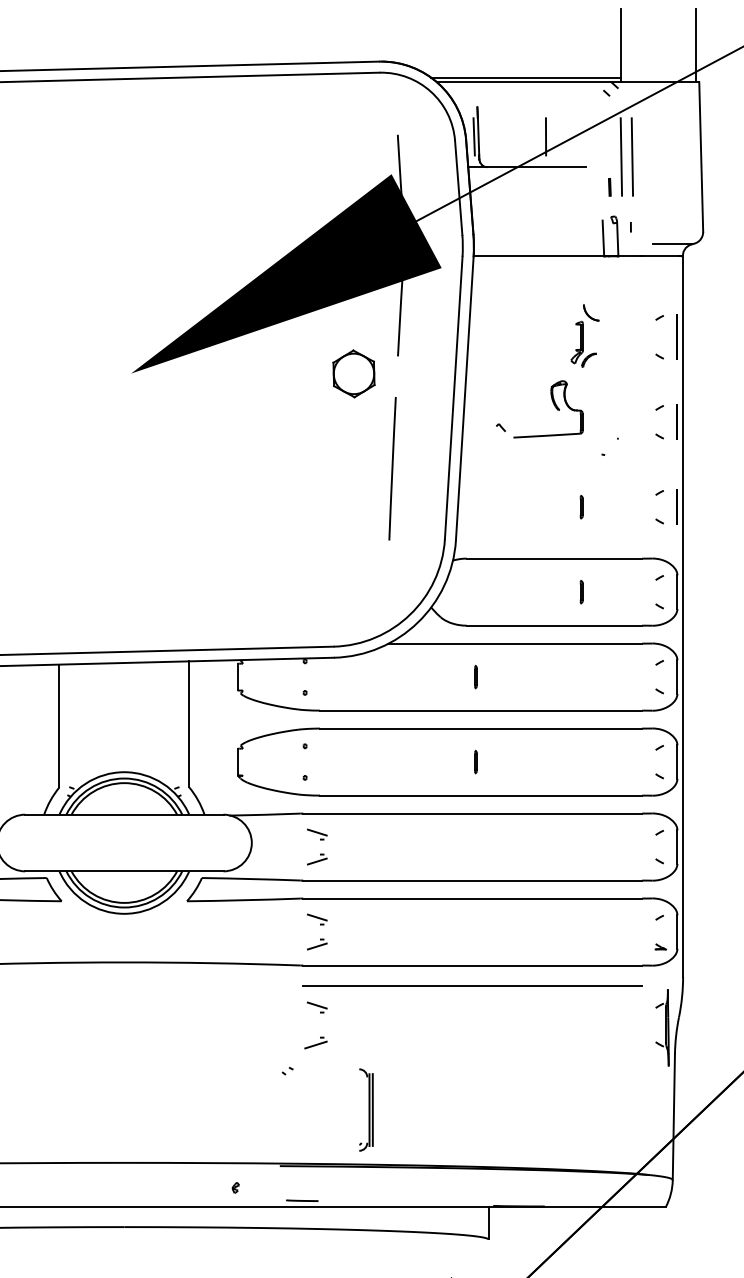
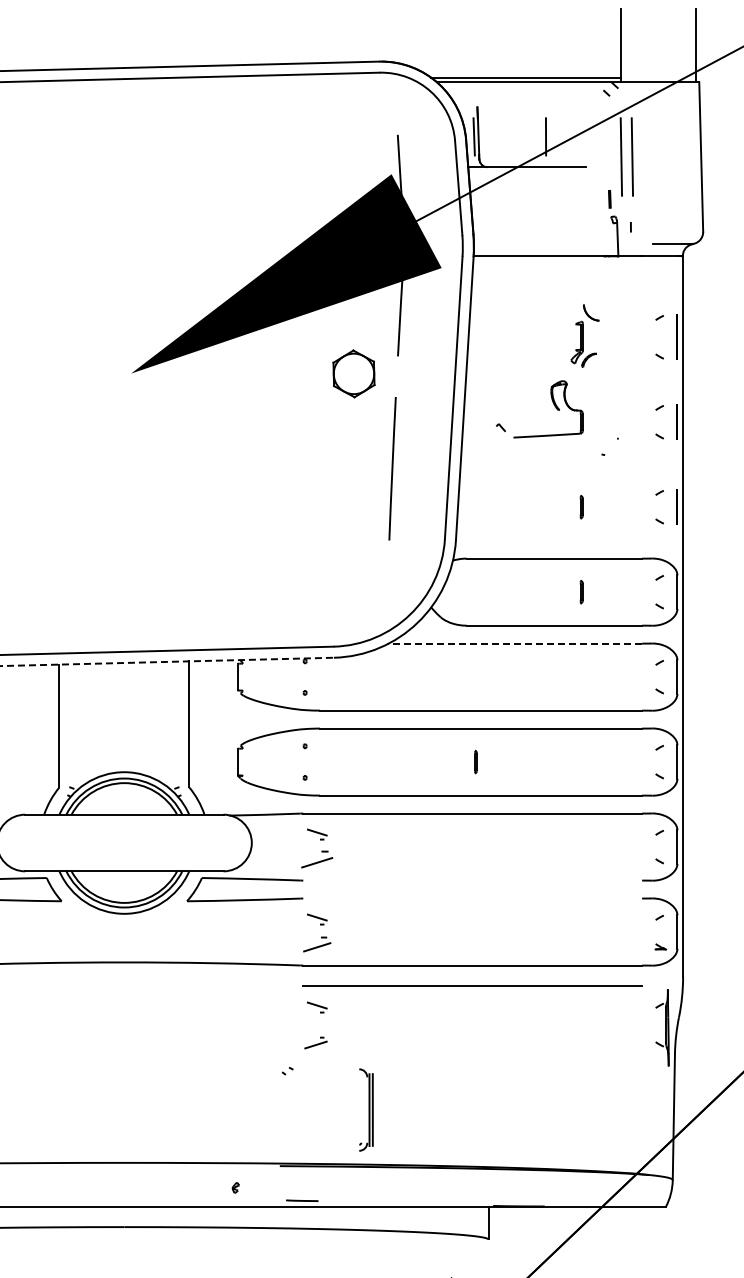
line at (609, 187) position: (609, 187) -> (609, 199)
line at (603, 238): present -> none
line at (514, 643): solid -> dashed
line at (166, 661): solid -> dashed
line at (475, 676): present -> none
part at (317, 859) size: 21x13 px -> 33x19 px
line at (472, 880): present -> none
line at (472, 898): present -> none
part at (317, 944) size: 21x13 px -> 29x17 px
